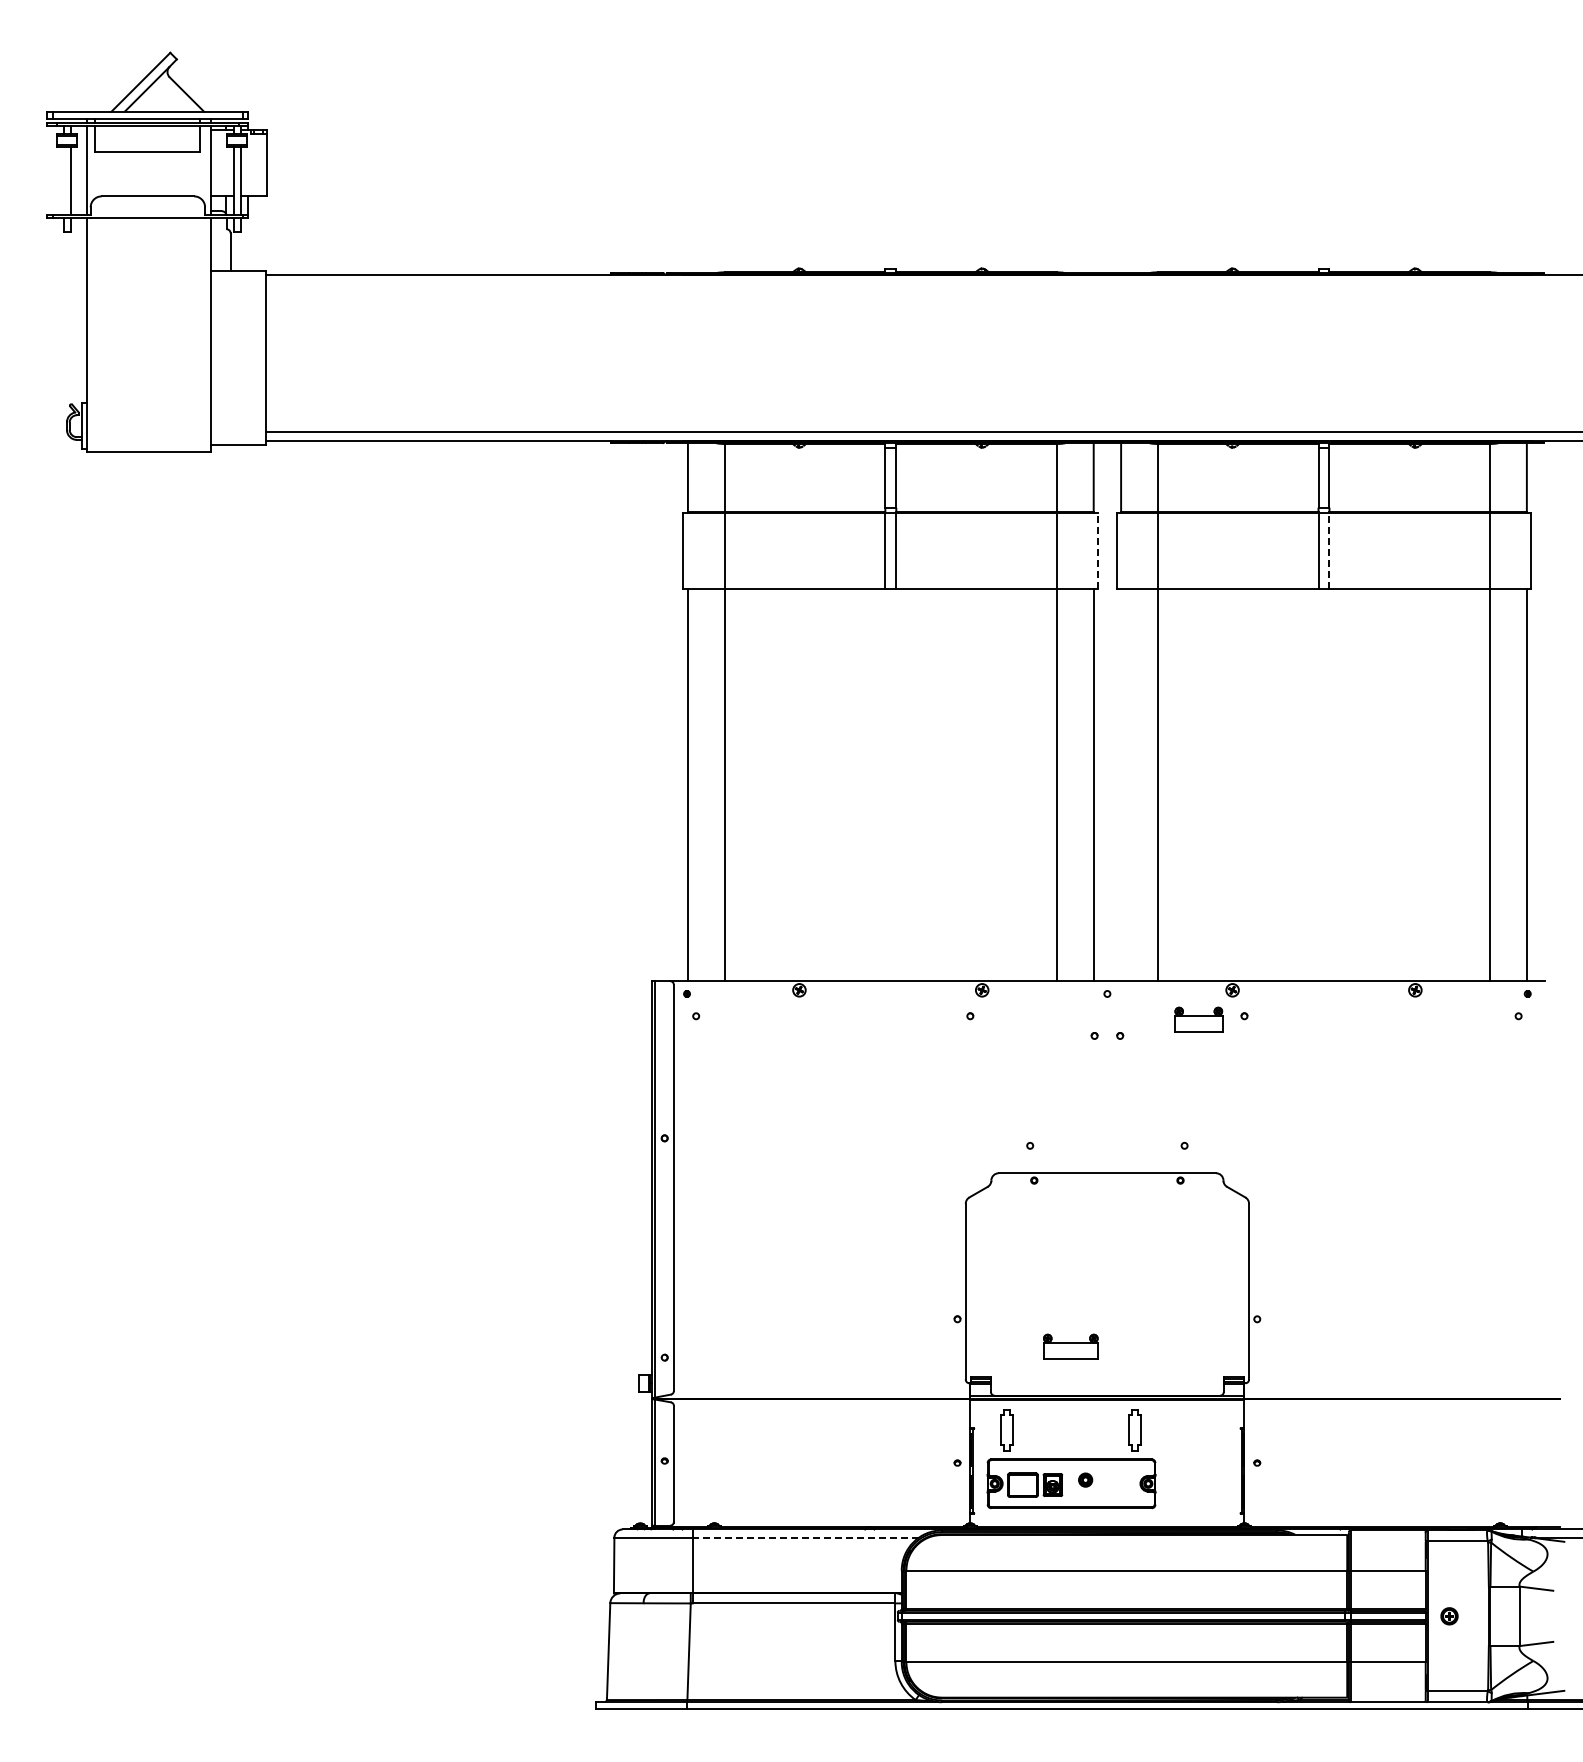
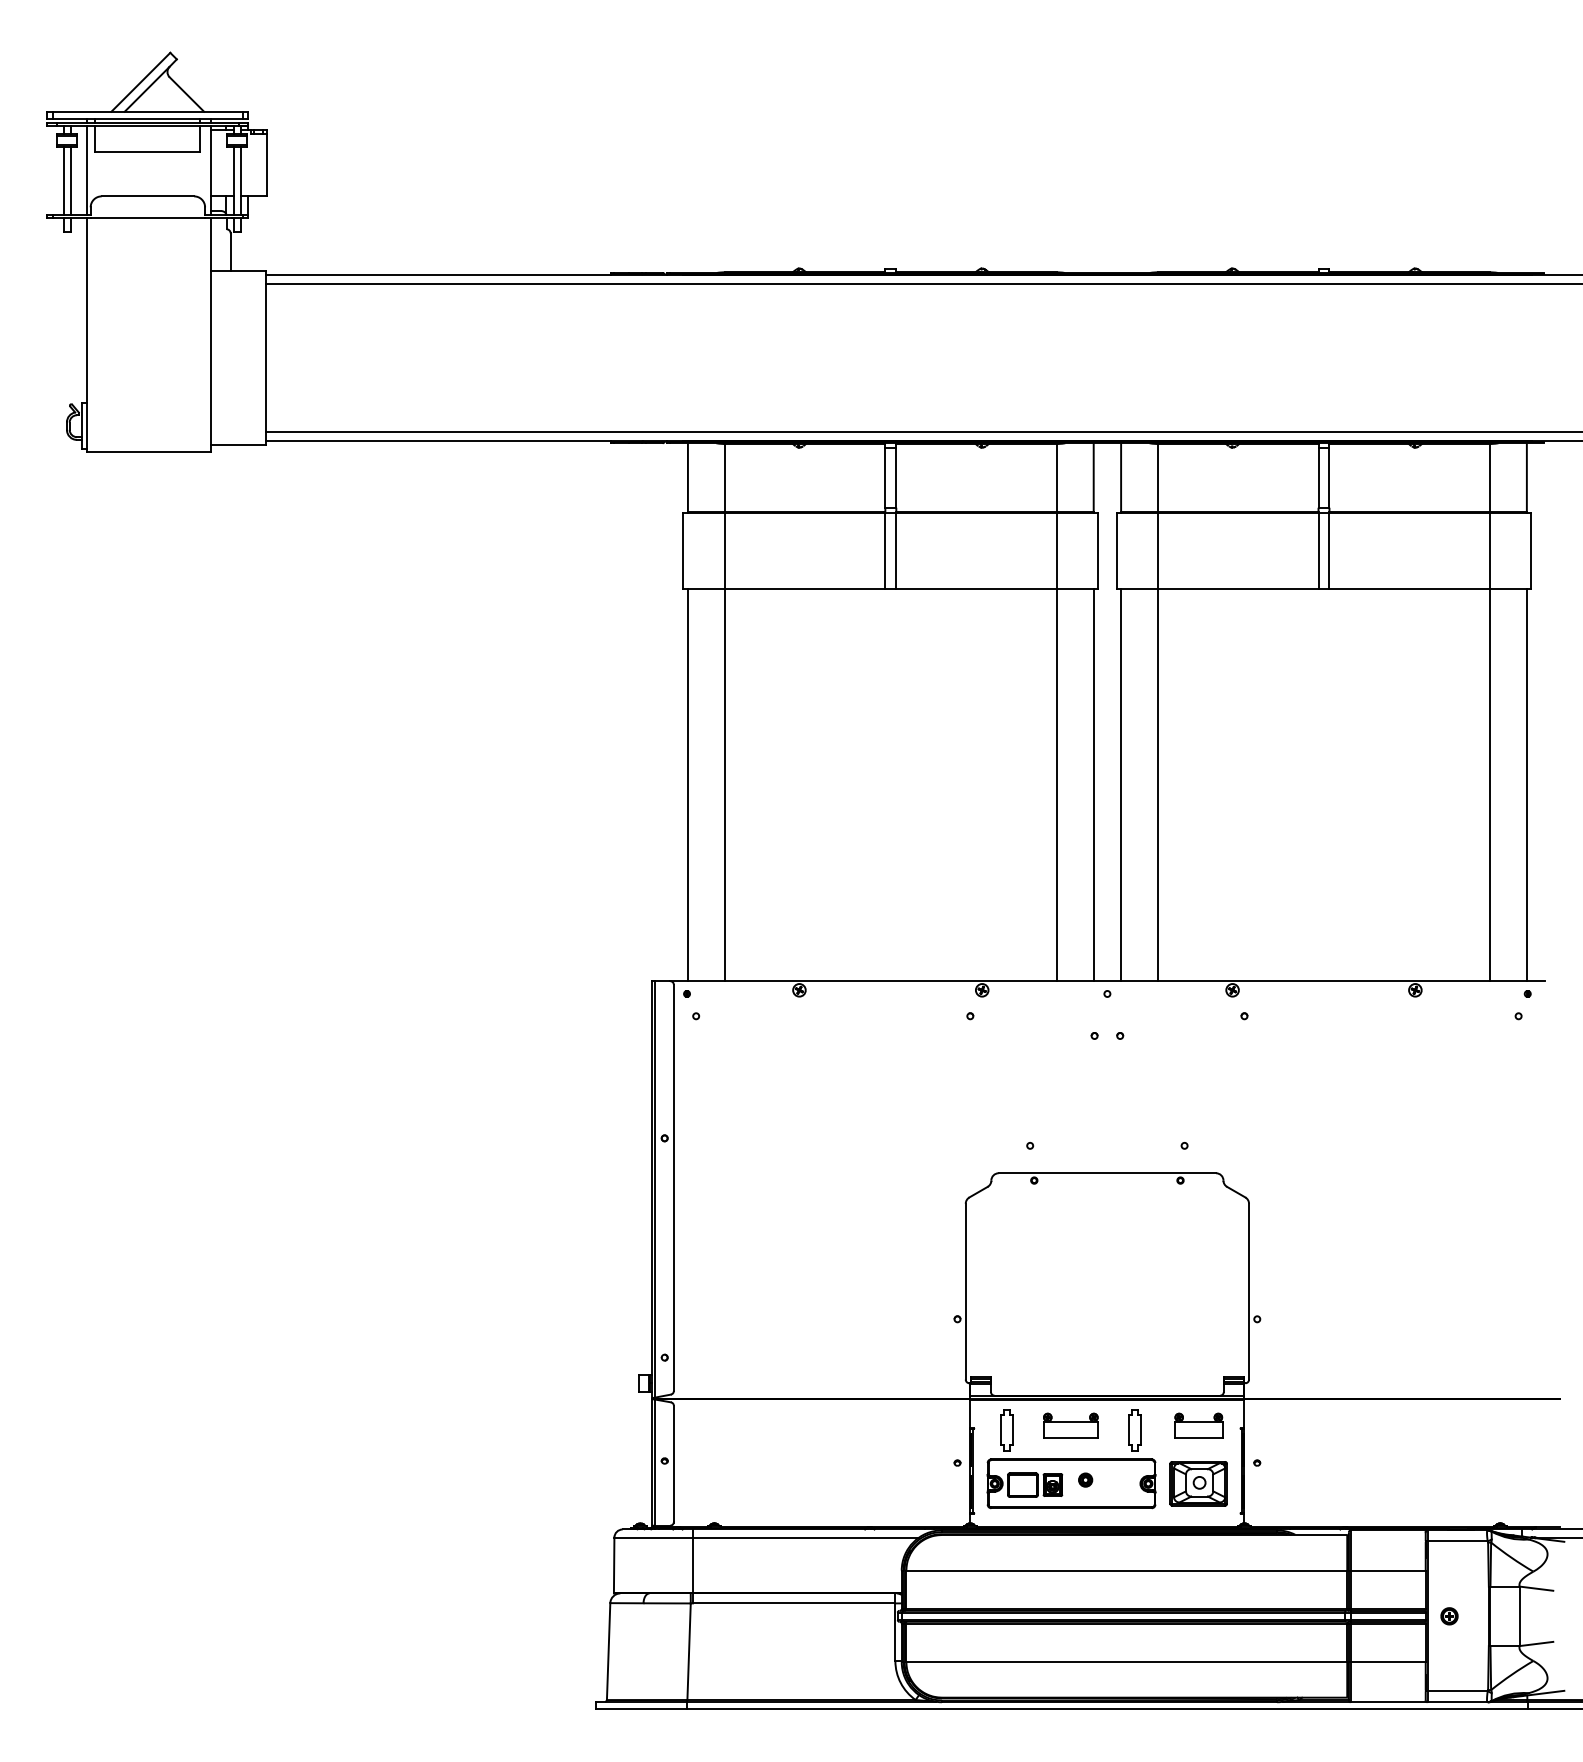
line at (63, 180): none -> present
line at (922, 284): none -> present
line at (1098, 550): dashed -> solid
line at (1329, 550): dashed -> solid
line at (1121, 785): none -> present
part at (1198, 1019) position: (1198, 1019) -> (1198, 1425)
part at (1070, 1346) position: (1070, 1346) -> (1070, 1425)
part at (1198, 1483): none -> present
line at (805, 1537): dashed -> solid
